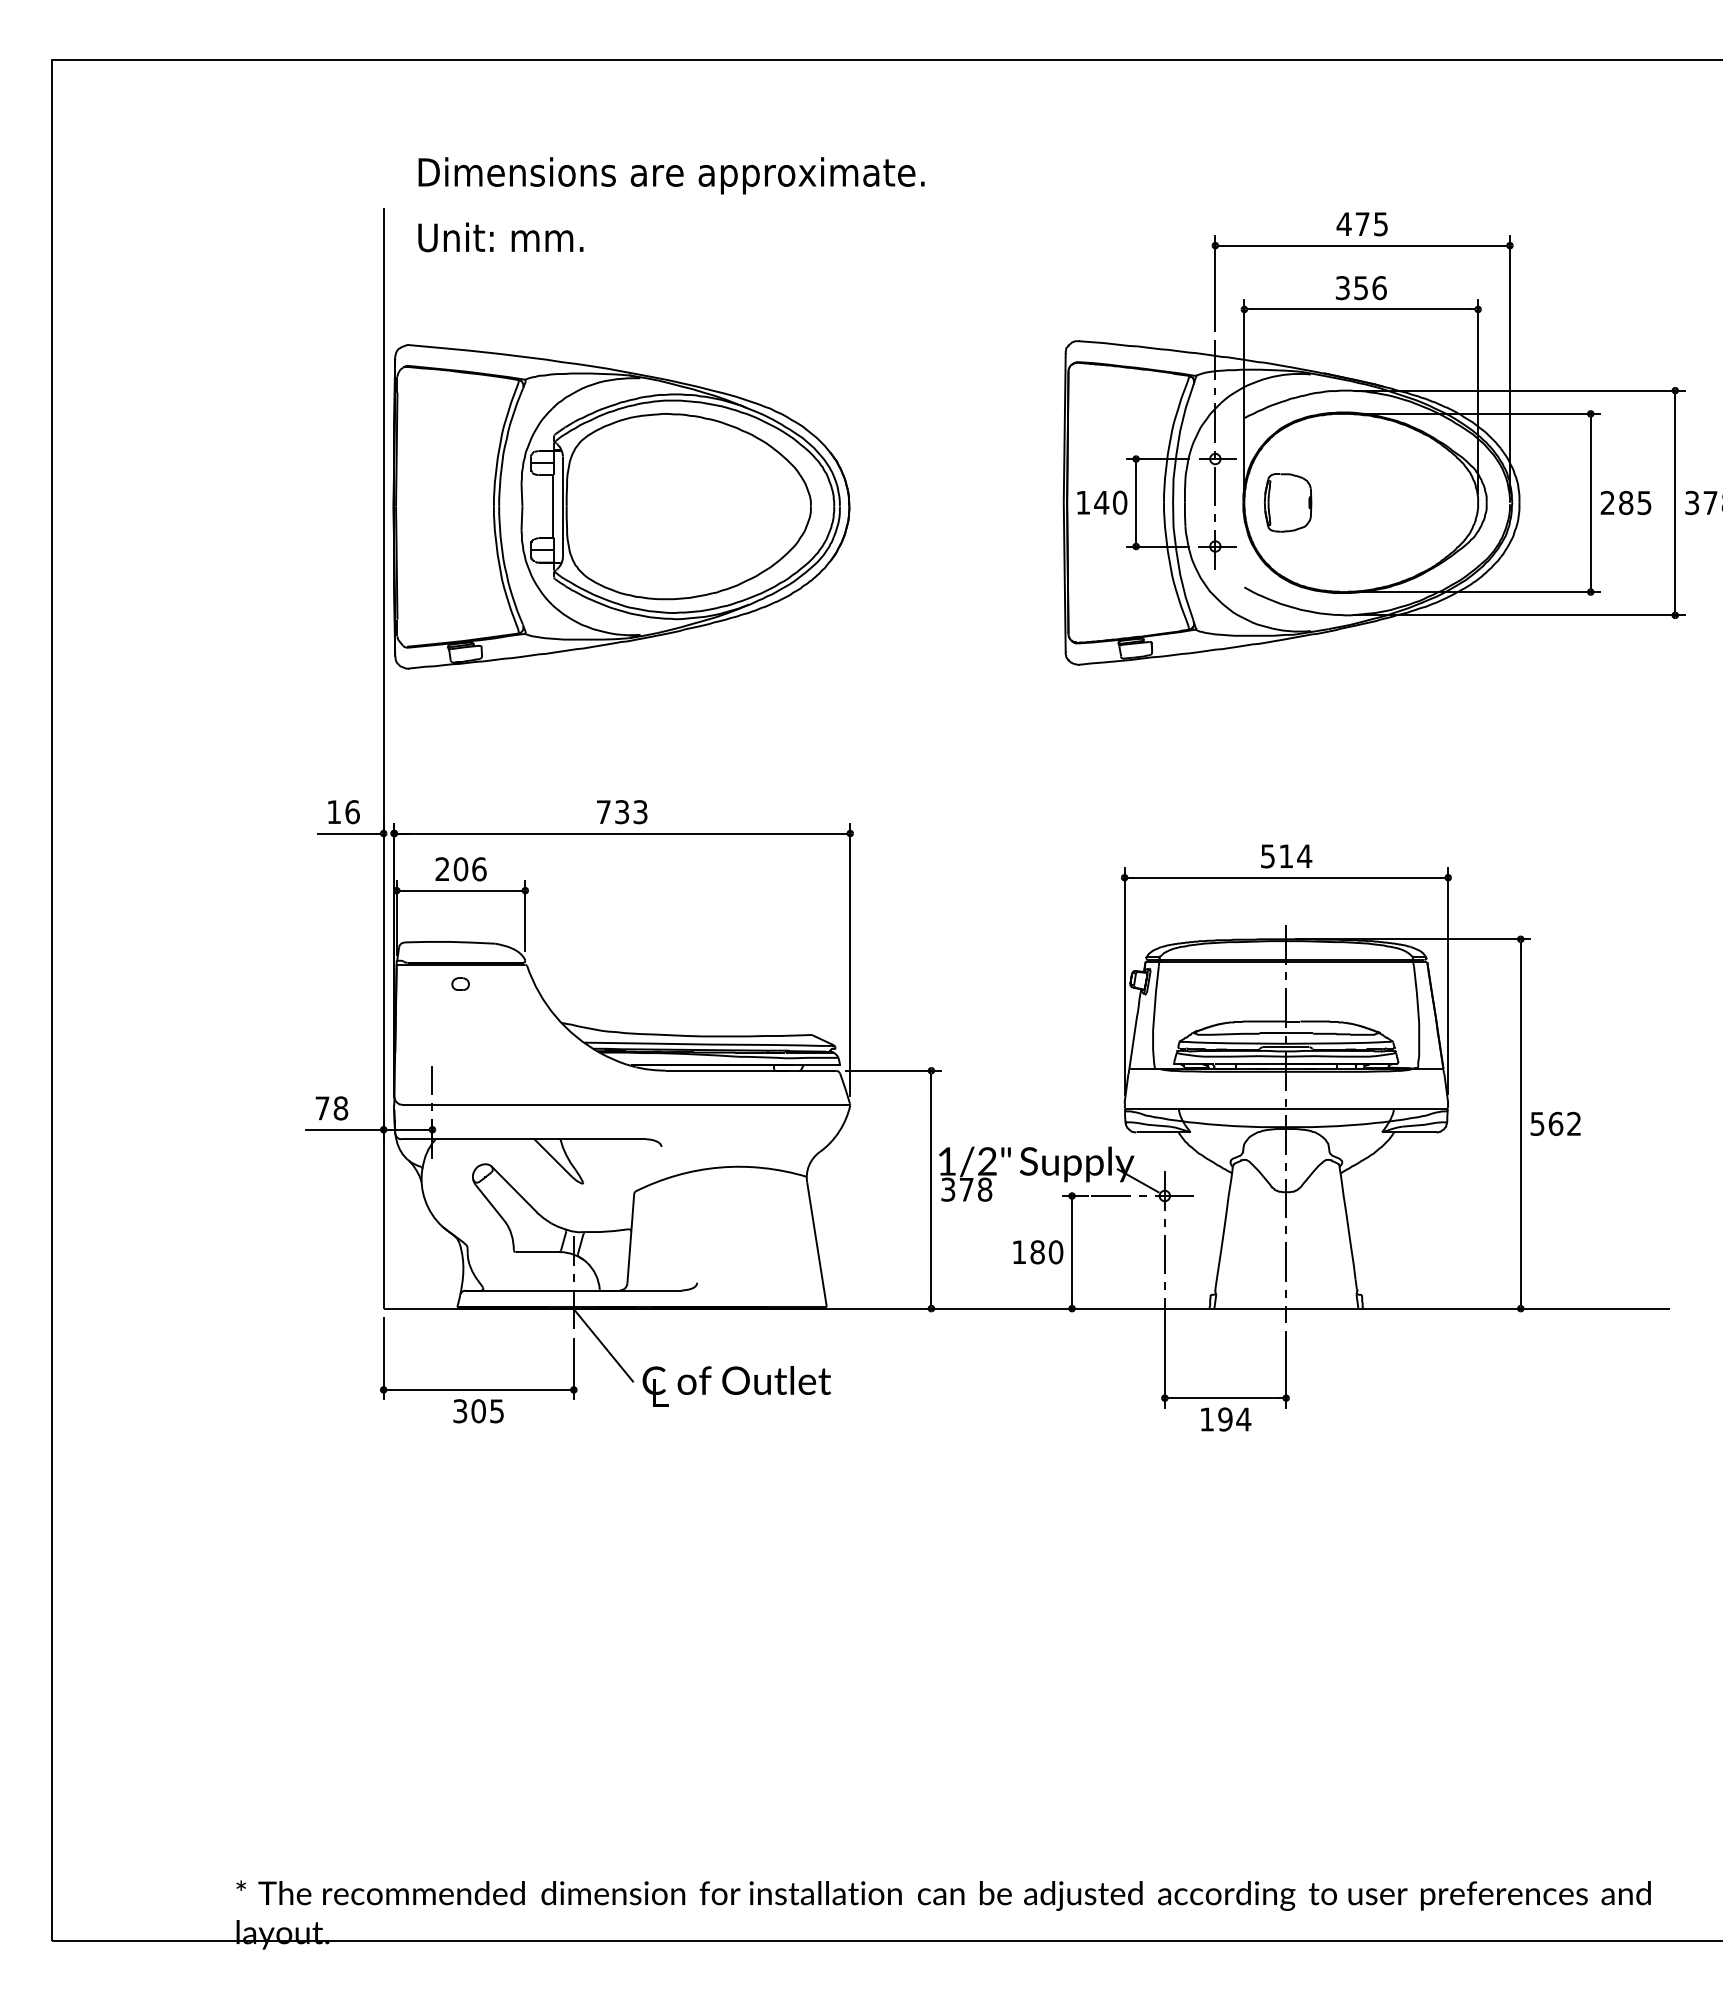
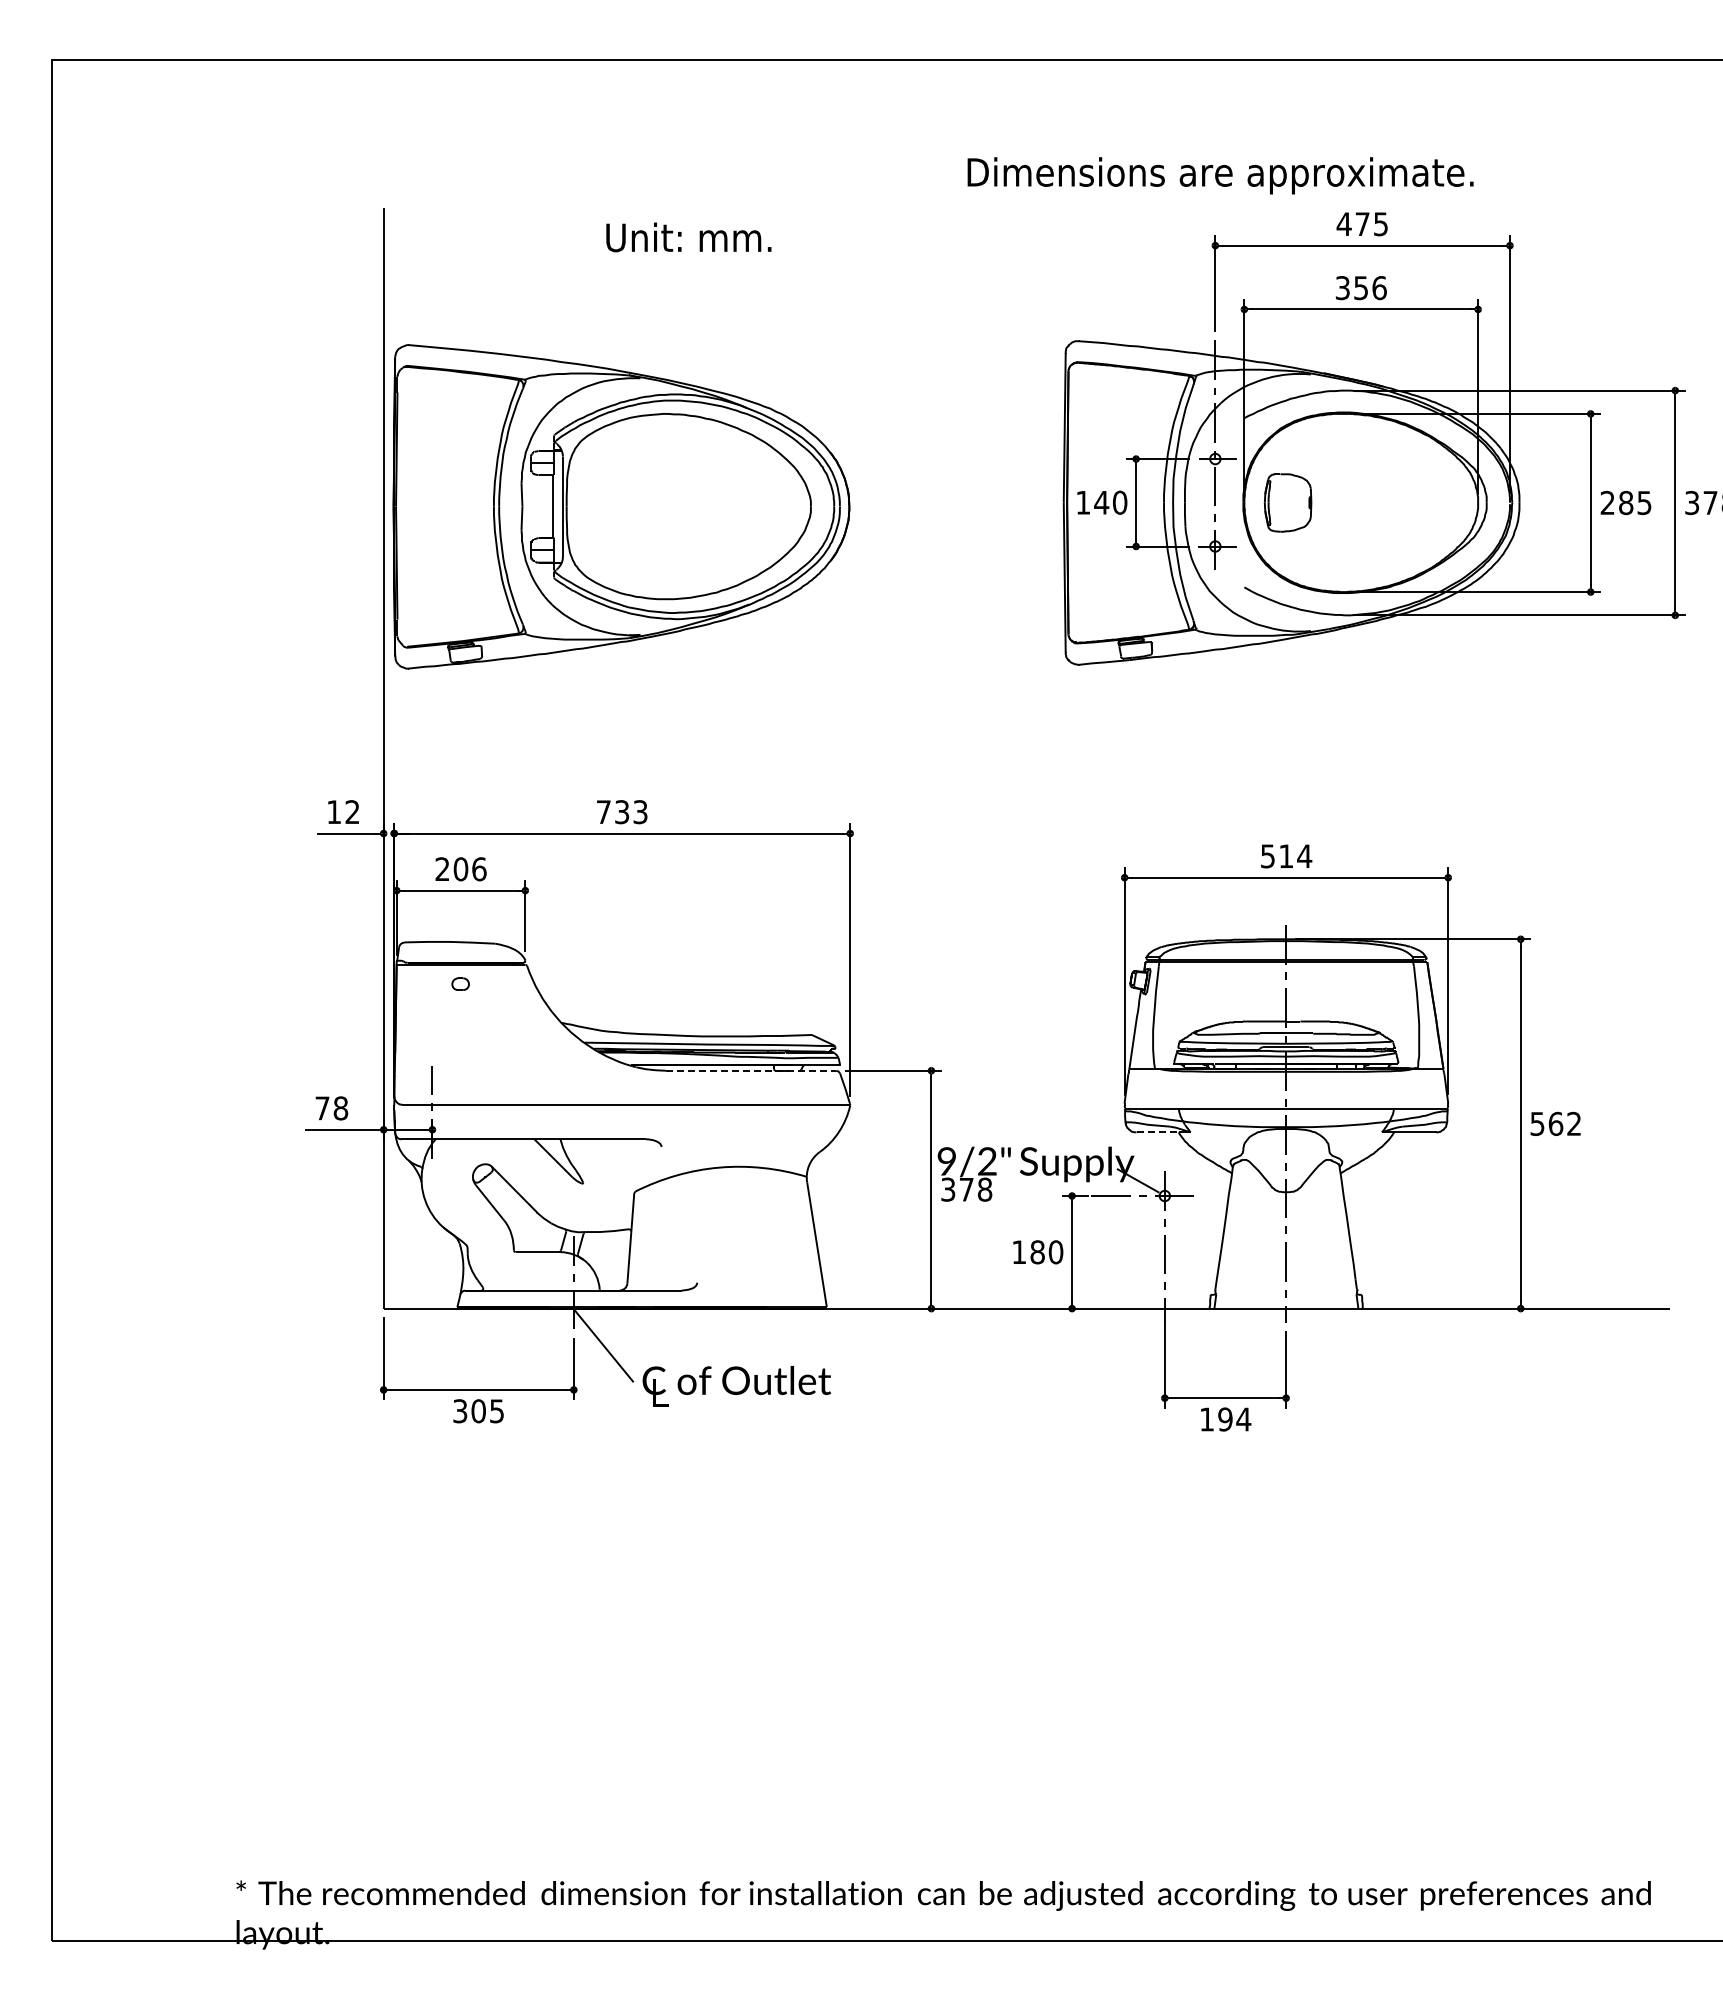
text at (671, 175) position: (671, 175) -> (1220, 175)
text at (500, 237) position: (500, 237) -> (688, 237)
text at (352, 812): 16 -> 12
line at (751, 1070): solid -> dashed
line at (1158, 1132): solid -> dashed
text at (946, 1161): 1/2" -> 9/2"
